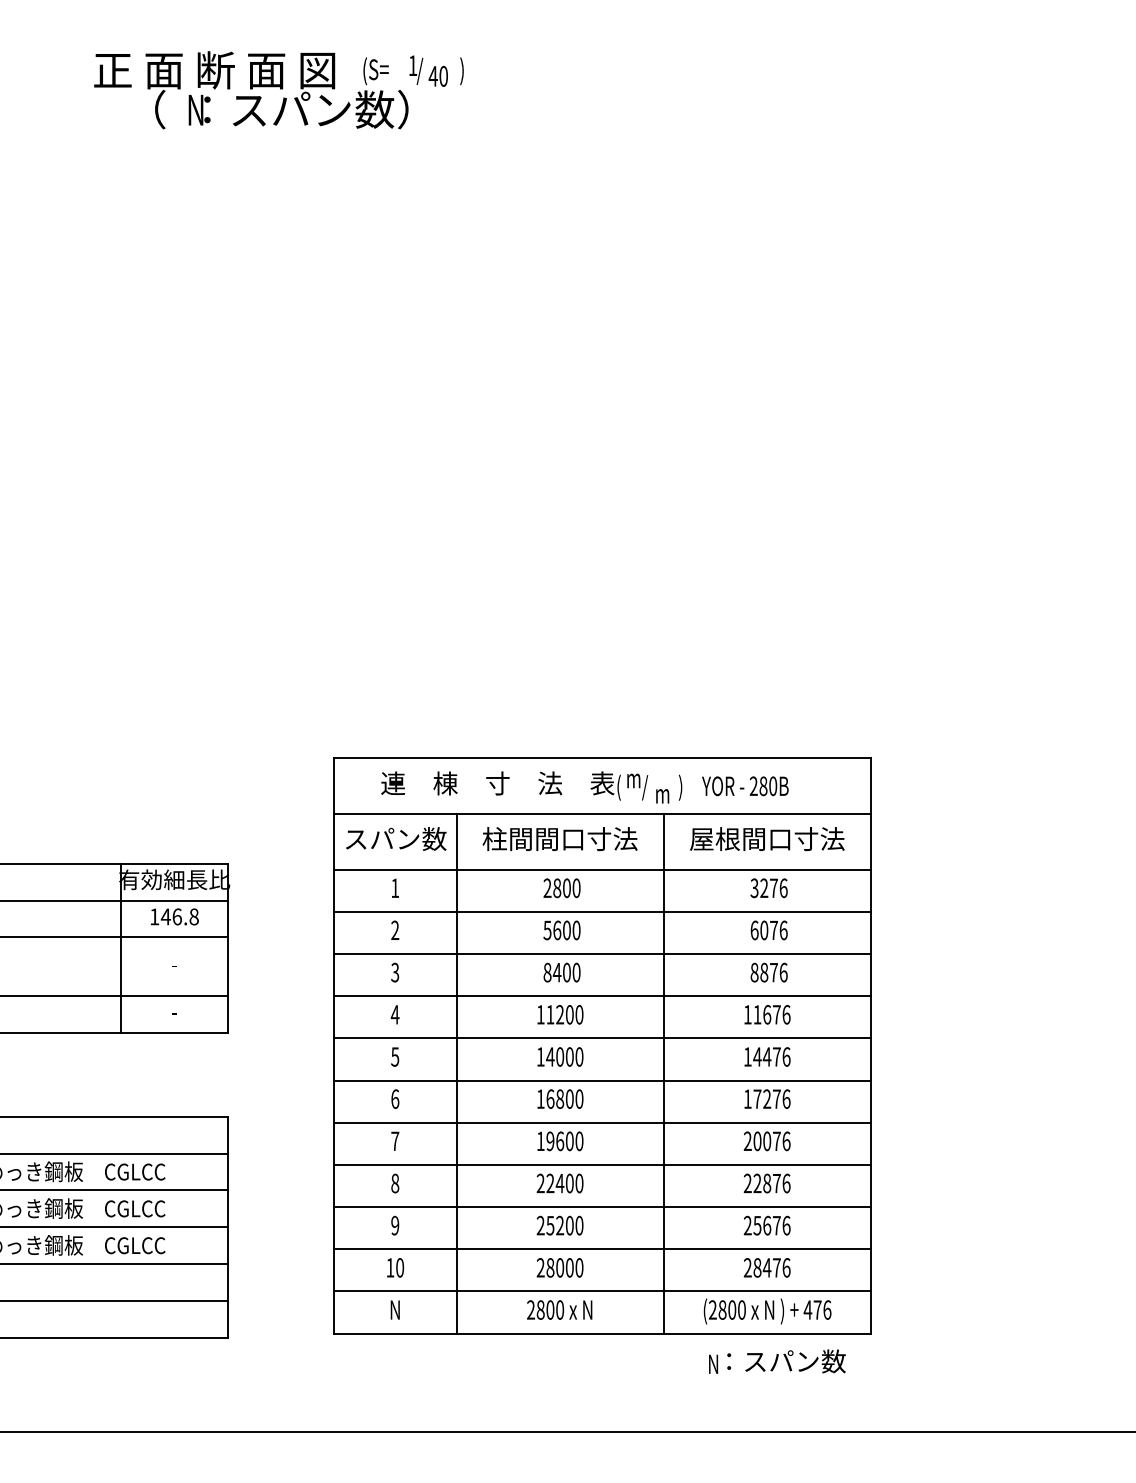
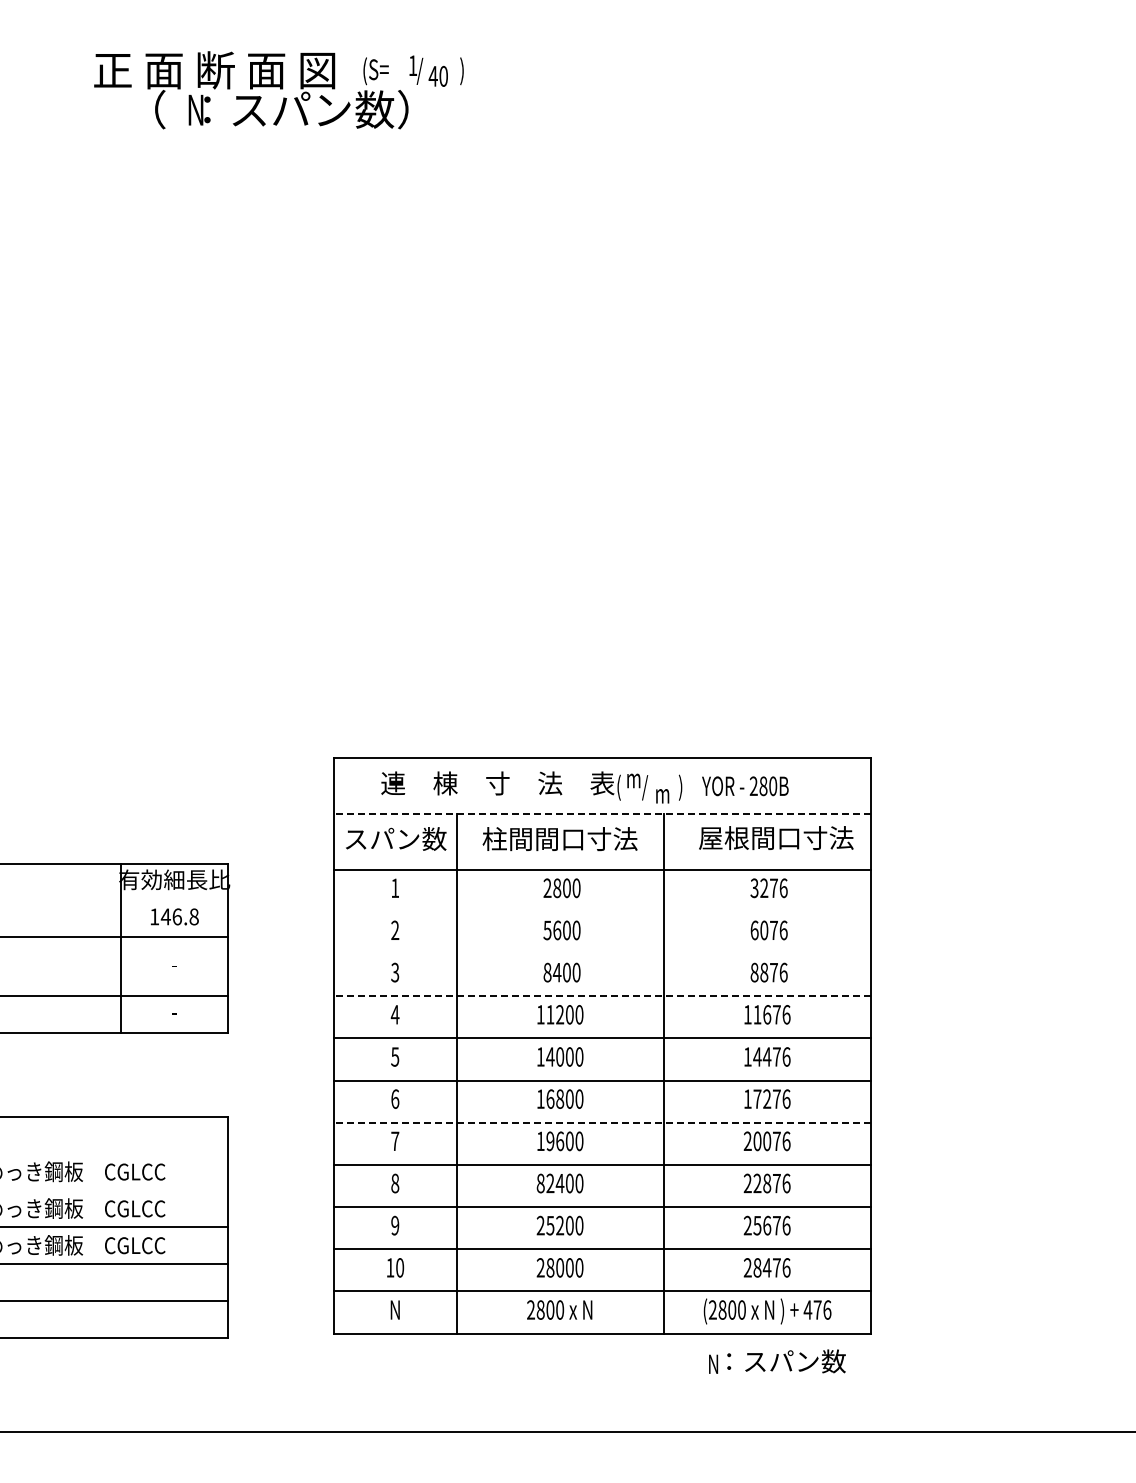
line at (601, 814): solid -> dashed
text at (767, 839) position: (767, 839) -> (776, 838)
line at (114, 900): present -> none
line at (601, 911): present -> none
line at (601, 954): present -> none
line at (601, 996): solid -> dashed
line at (601, 1122): solid -> dashed
line at (114, 1153): present -> none
text at (540, 1183): 22400 -> 82400
line at (114, 1190): present -> none
